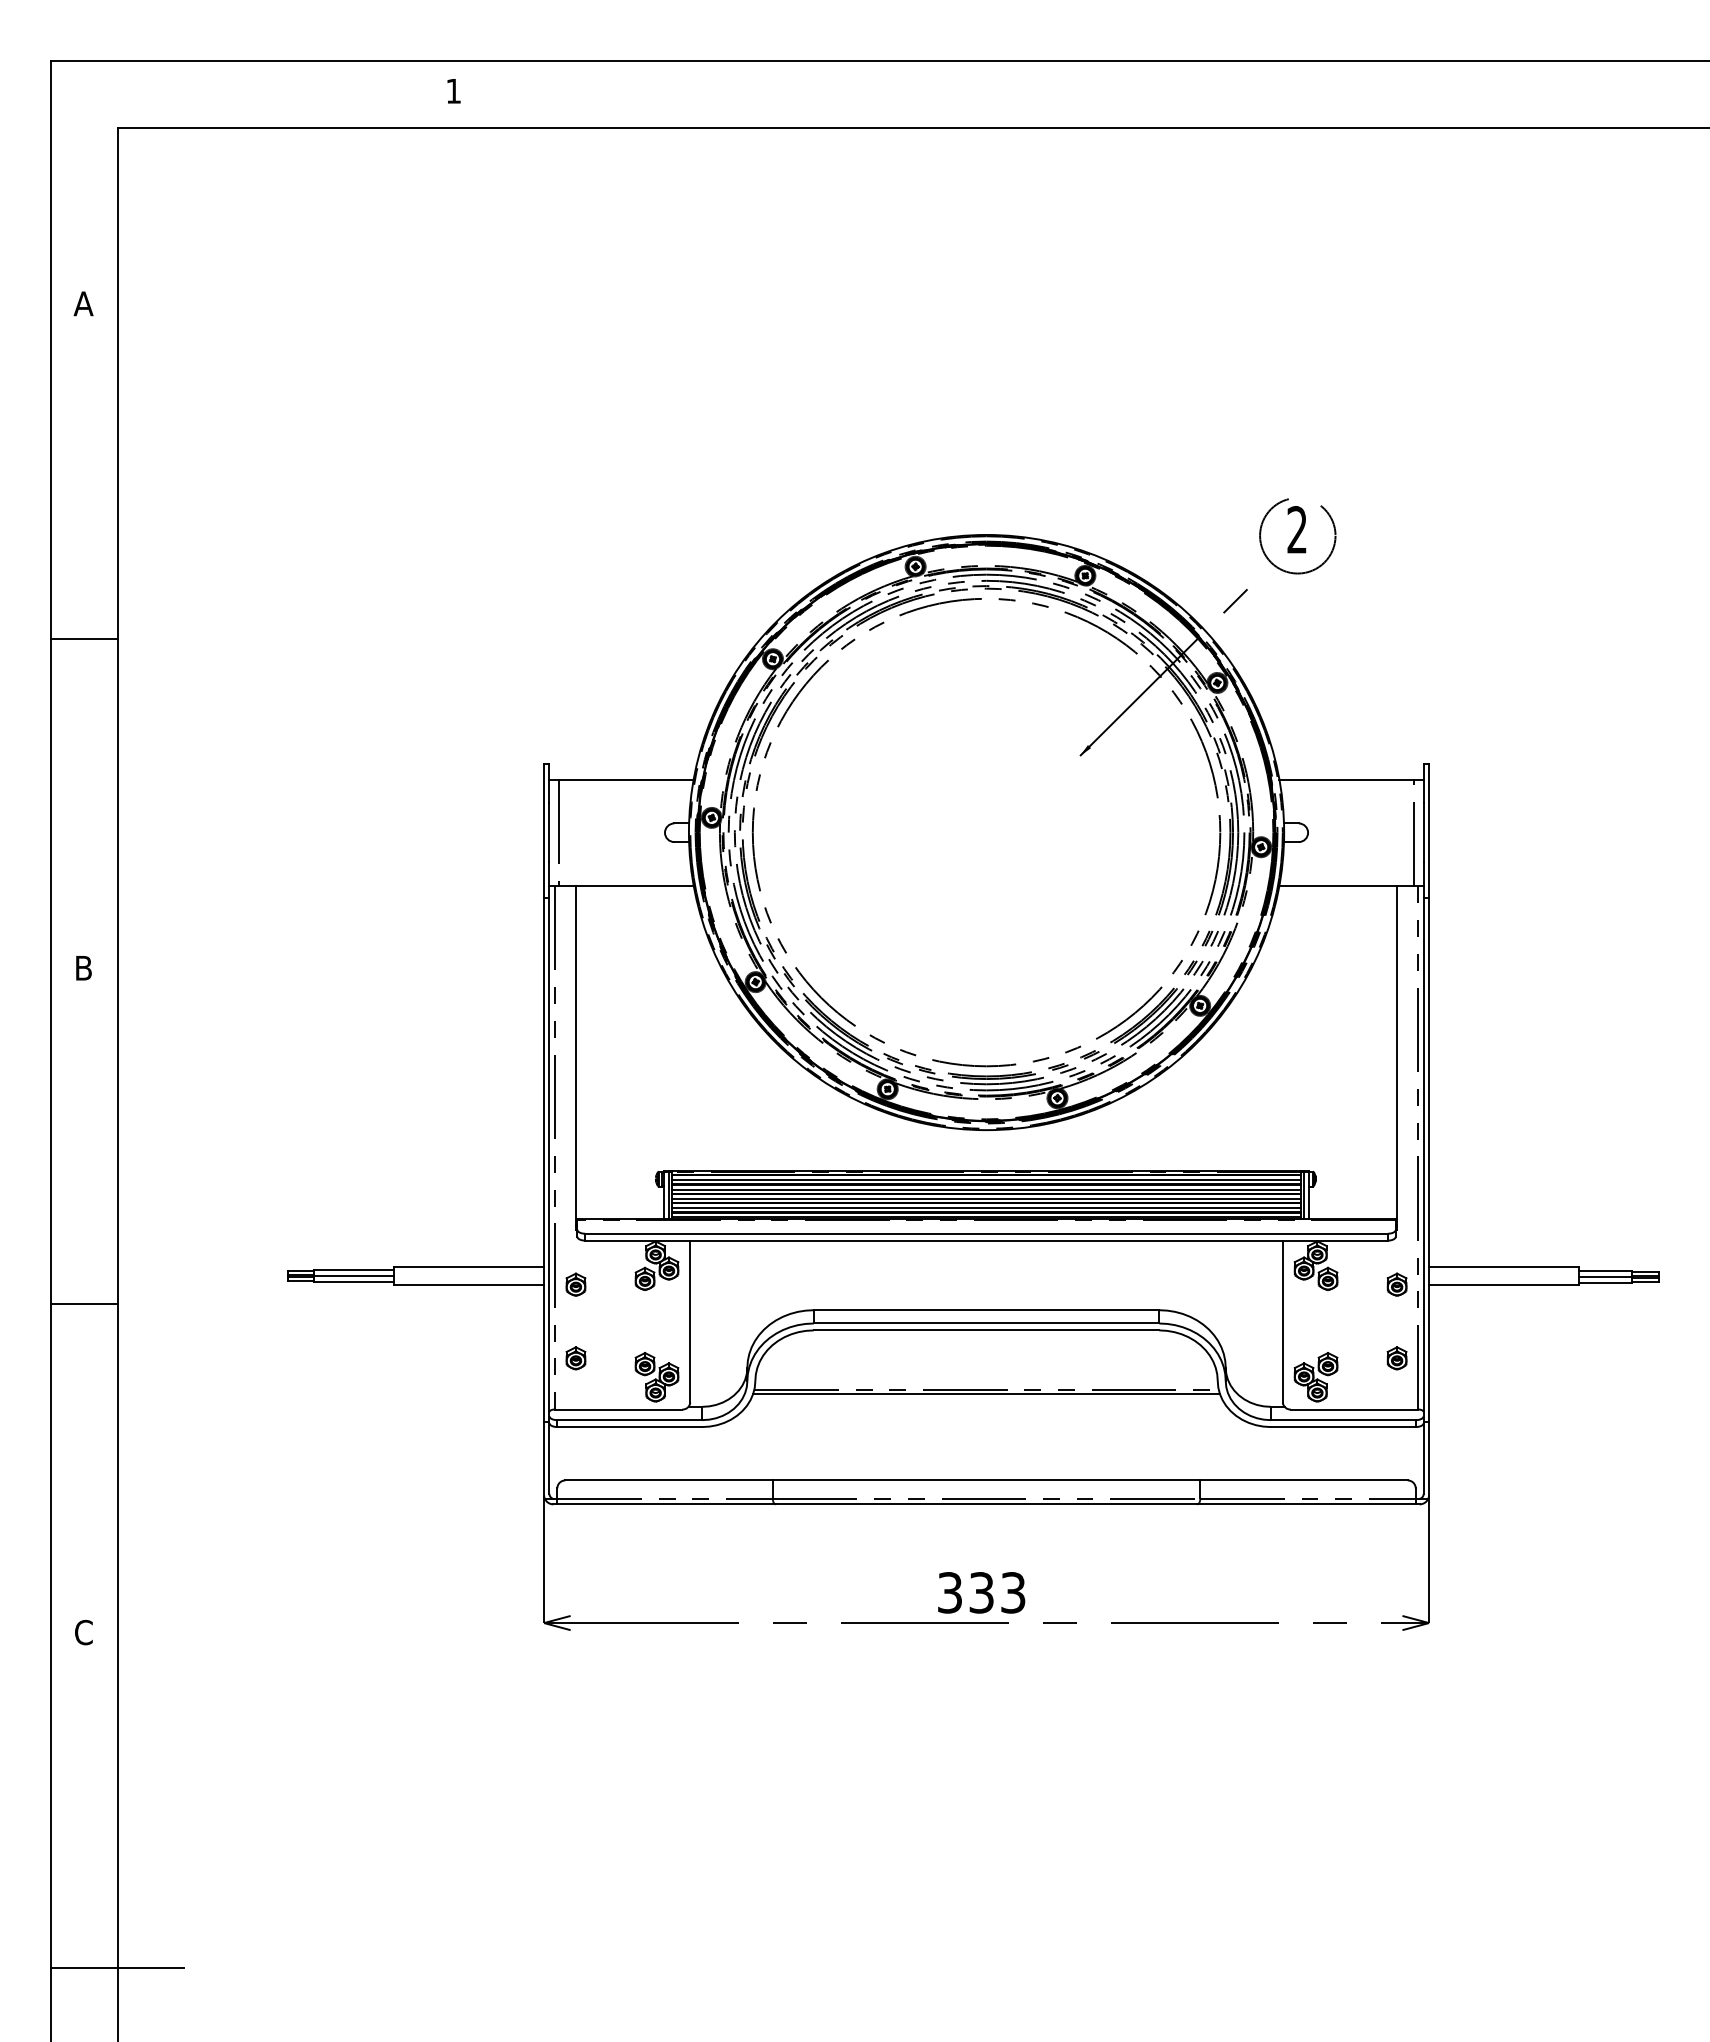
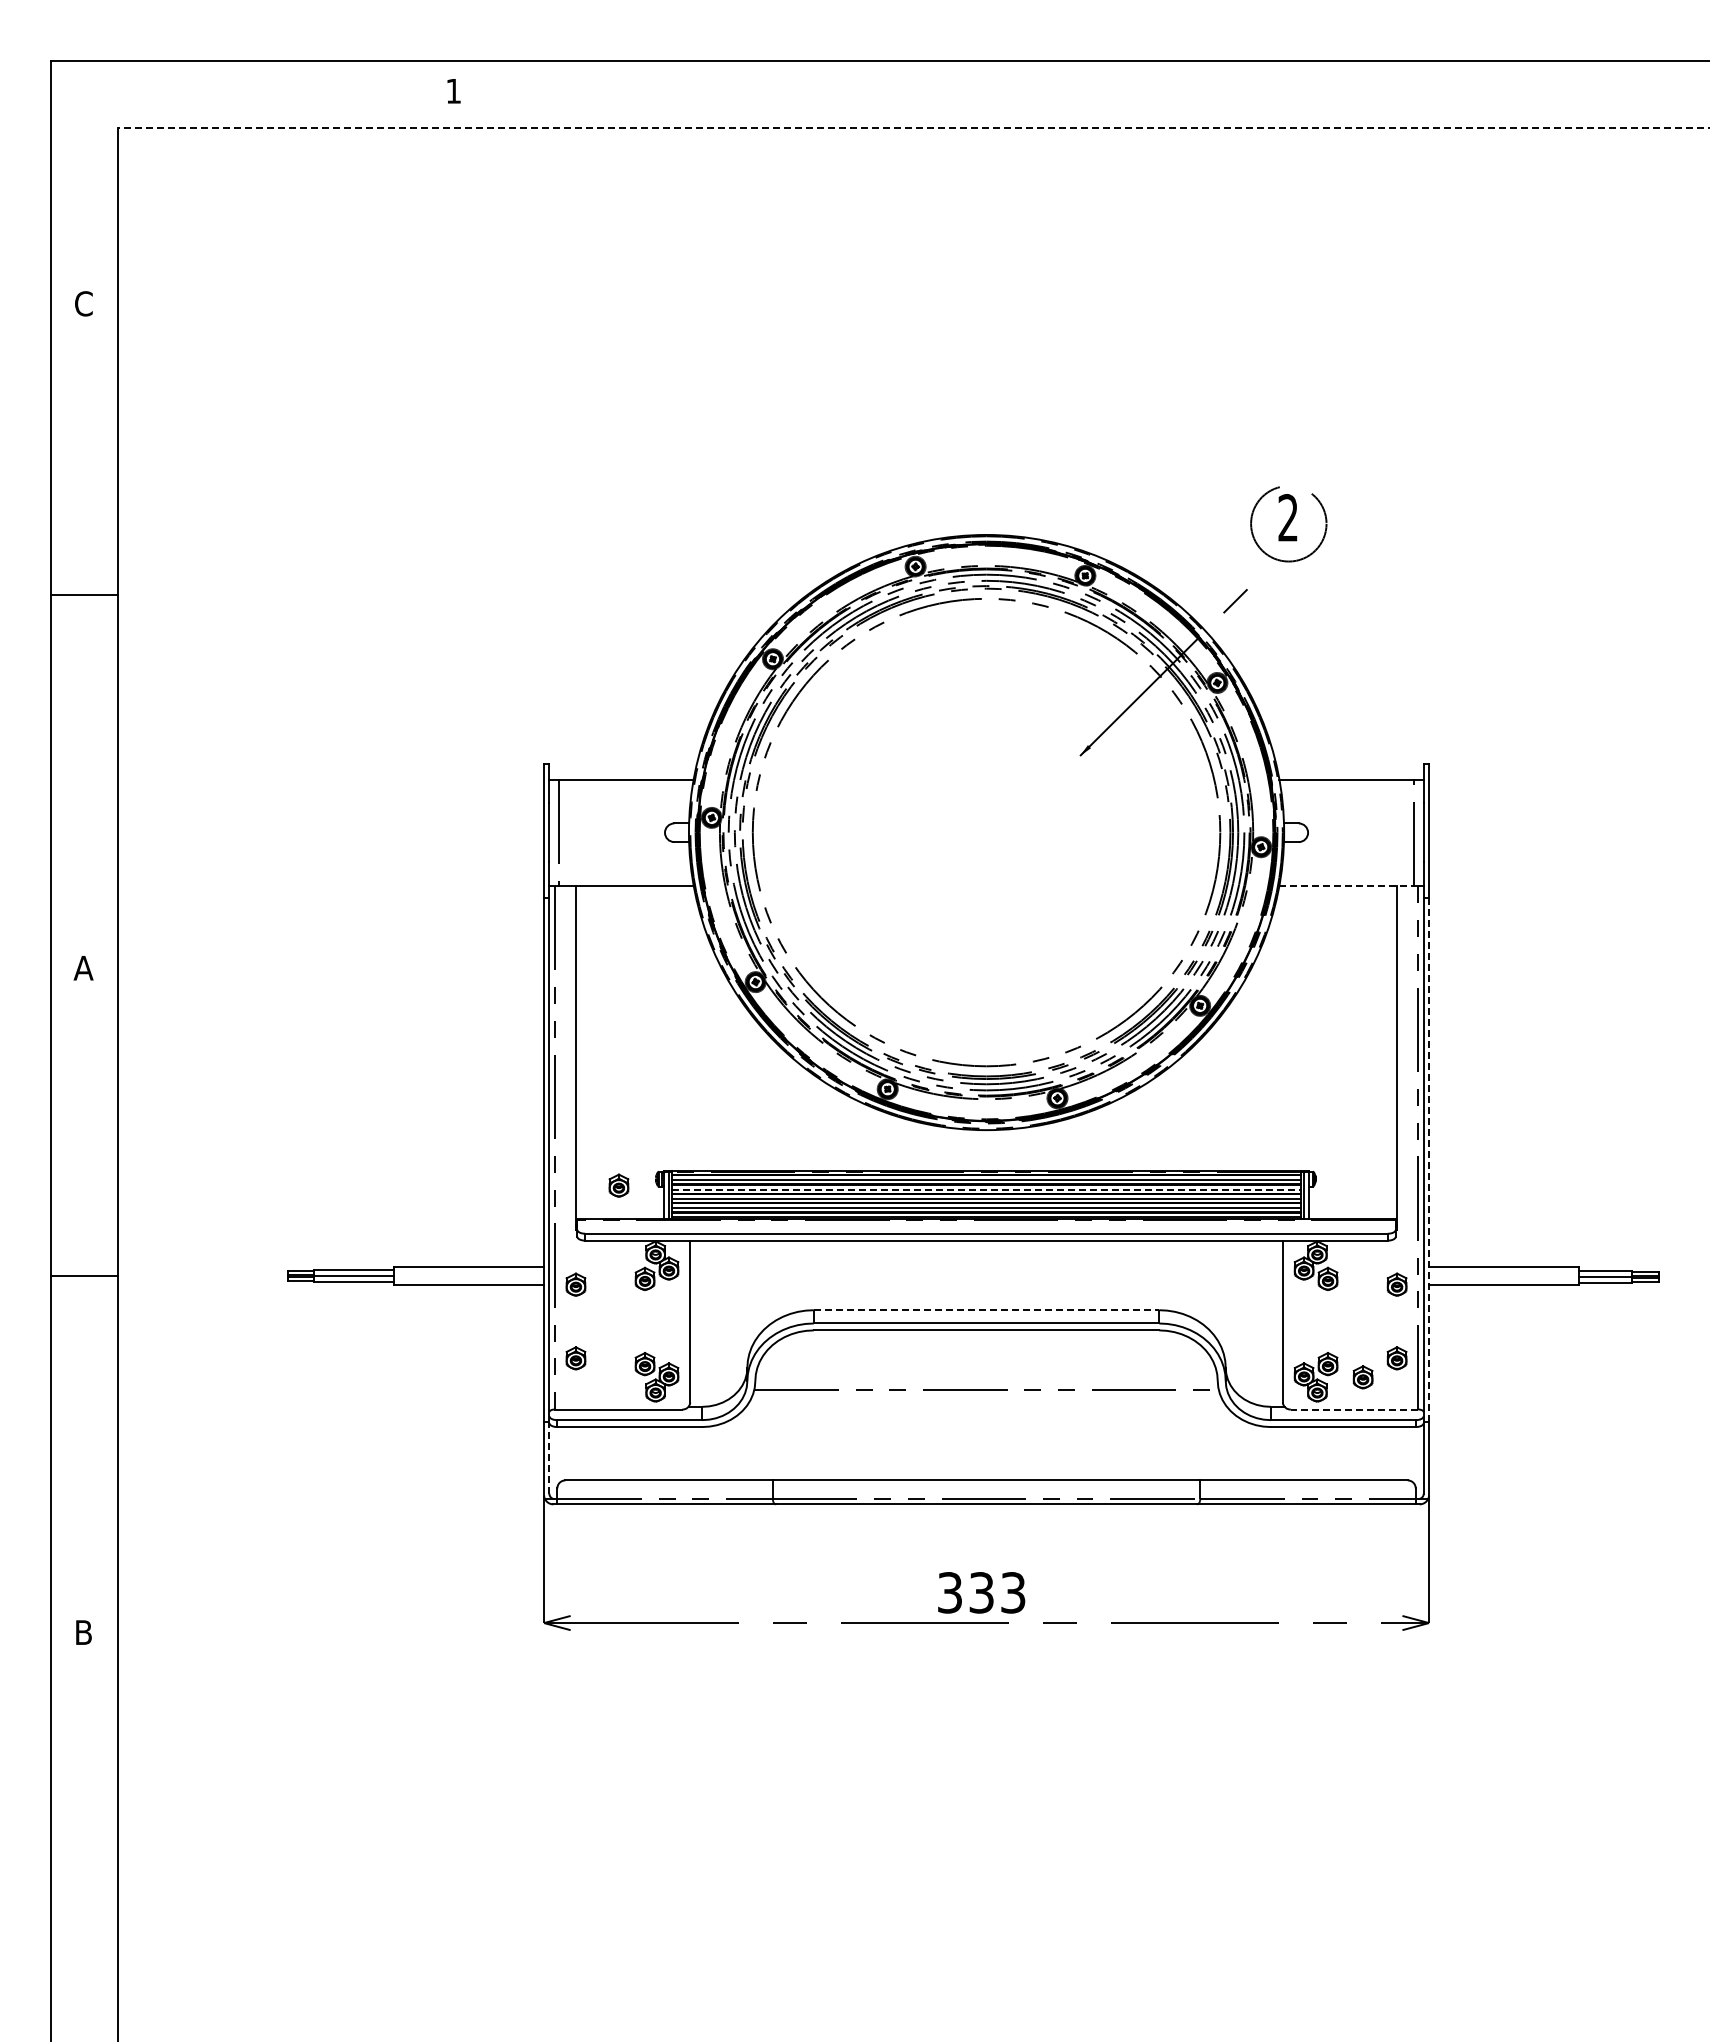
line at (913, 127): solid -> dashed
text at (83, 303): A -> C
part at (1297, 536) position: (1297, 536) -> (1288, 524)
line at (84, 639) position: (84, 639) -> (84, 595)
line at (1346, 885): solid -> dashed
text at (83, 968): B -> A
line at (1429, 1160): solid -> dashed
part at (618, 1185): none -> present
line at (986, 1189): solid -> dashed
line at (84, 1303) position: (84, 1303) -> (84, 1275)
line at (986, 1310): solid -> dashed
part at (1362, 1377): none -> present
line at (986, 1393): present -> none
line at (1354, 1409): solid -> dashed
line at (549, 1457): solid -> dashed
text at (83, 1632): C -> B
line at (117, 1968): present -> none
